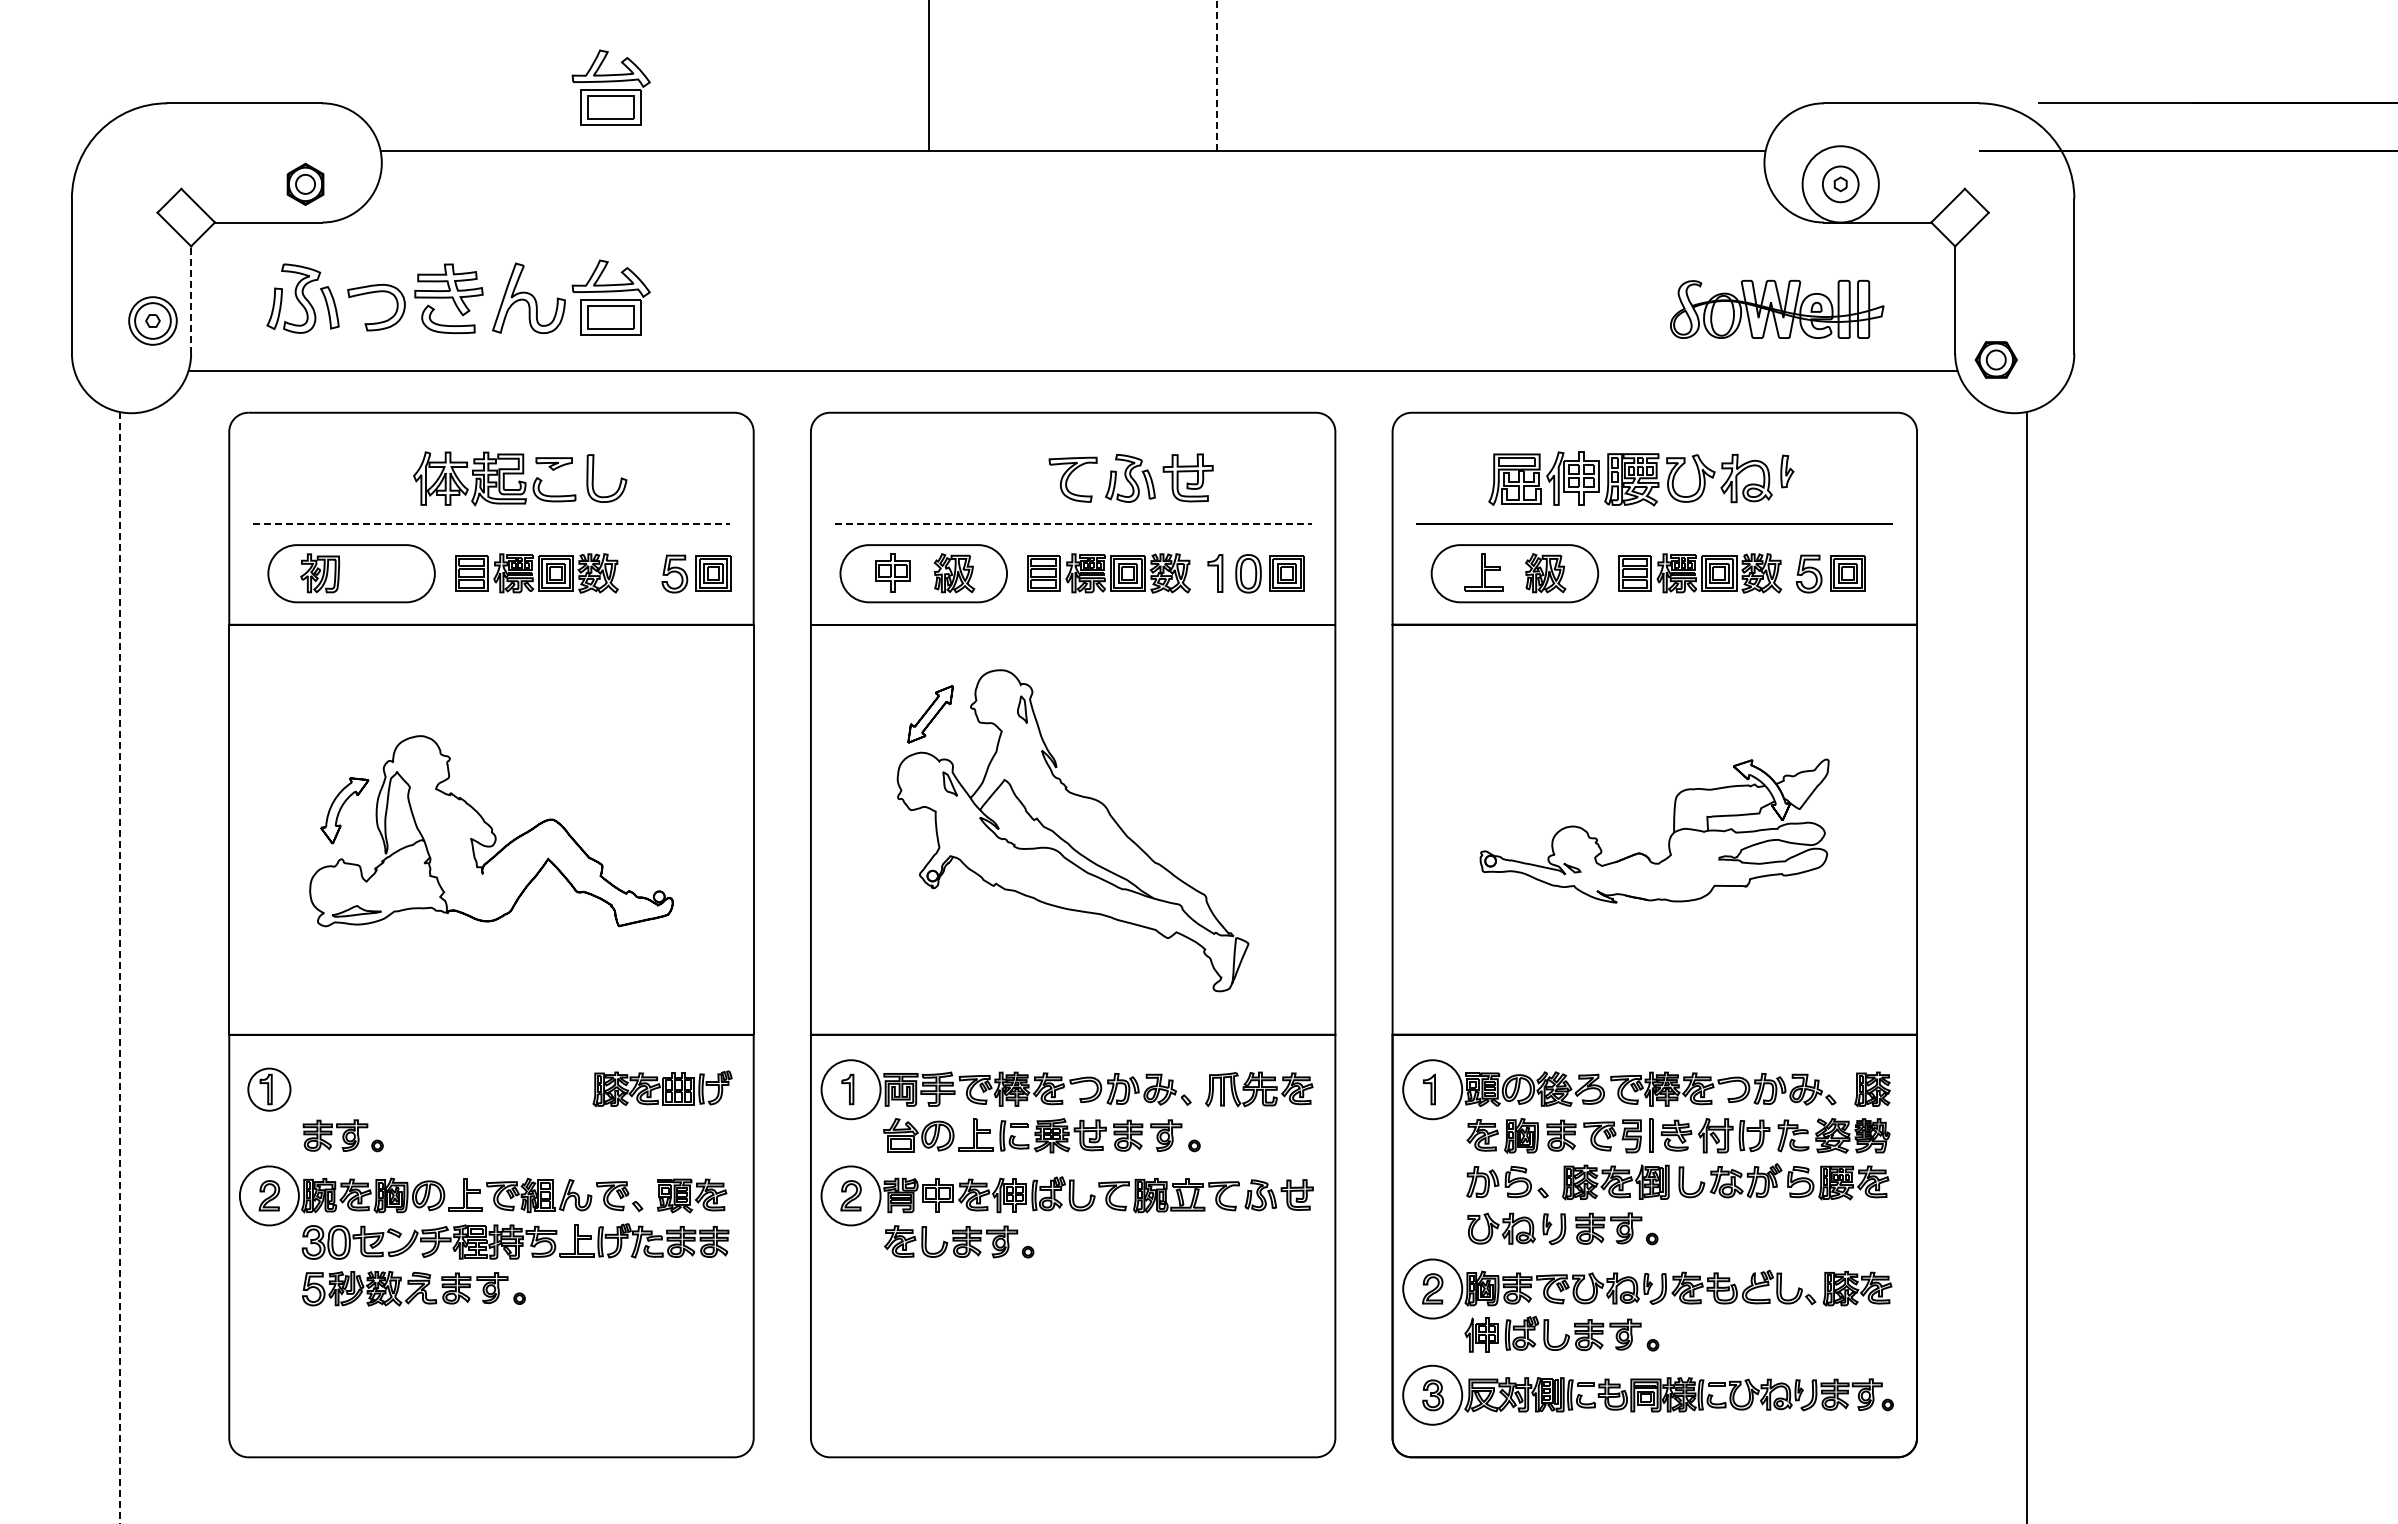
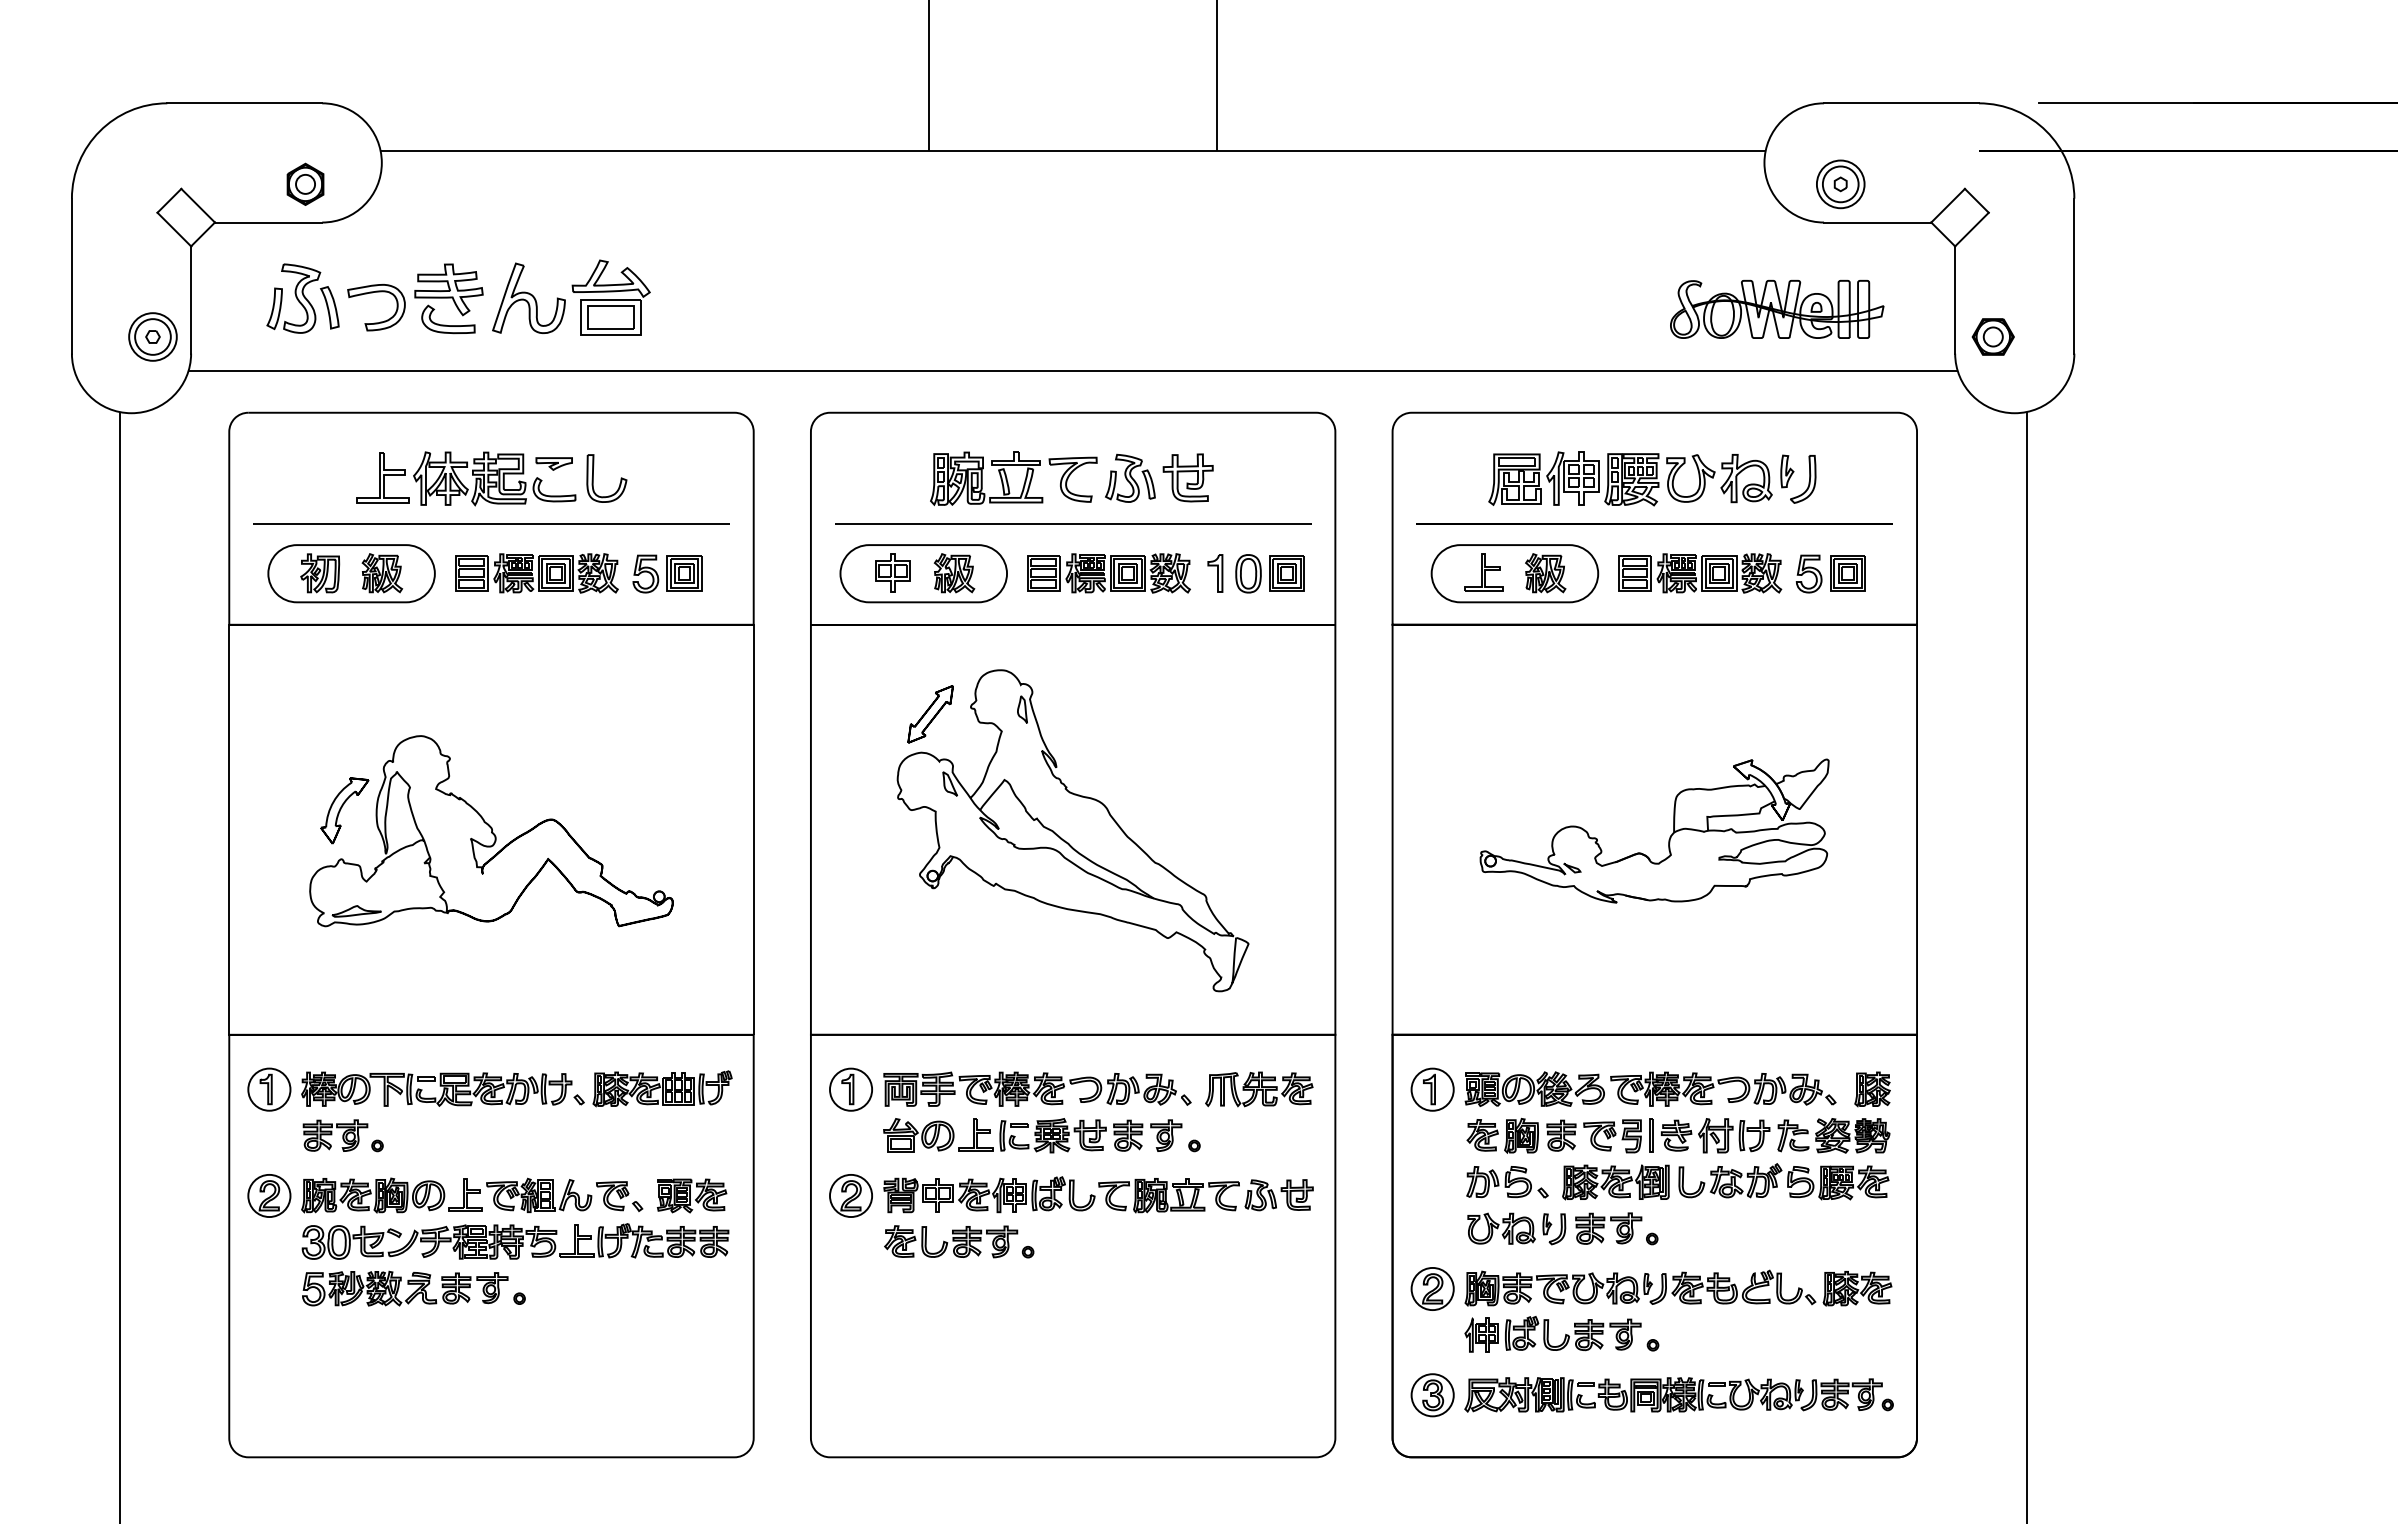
line at (1217, 75): dashed -> solid
part at (610, 87): present -> none
circle at (1840, 184) diameter: 76 px -> 48 px
line at (191, 300): dashed -> solid
part at (152, 320) position: (152, 320) -> (152, 336)
part at (1995, 359) position: (1995, 359) -> (1992, 336)
part at (382, 477): none -> present
part at (986, 478): none -> present
part at (1803, 479): none -> present
line at (491, 523): dashed -> solid
line at (1073, 523): dashed -> solid
part at (382, 573): none -> present
part at (696, 573) position: (696, 573) -> (667, 573)
line at (119, 968): dashed -> solid
part at (442, 1088): none -> present
circle at (850, 1089) diameter: 59 px -> 42 px
circle at (1432, 1089) diameter: 59 px -> 42 px
circle at (268, 1195) diameter: 59 px -> 42 px
circle at (850, 1195) diameter: 59 px -> 42 px
circle at (1432, 1288) diameter: 59 px -> 42 px
circle at (1432, 1394) diameter: 59 px -> 42 px
